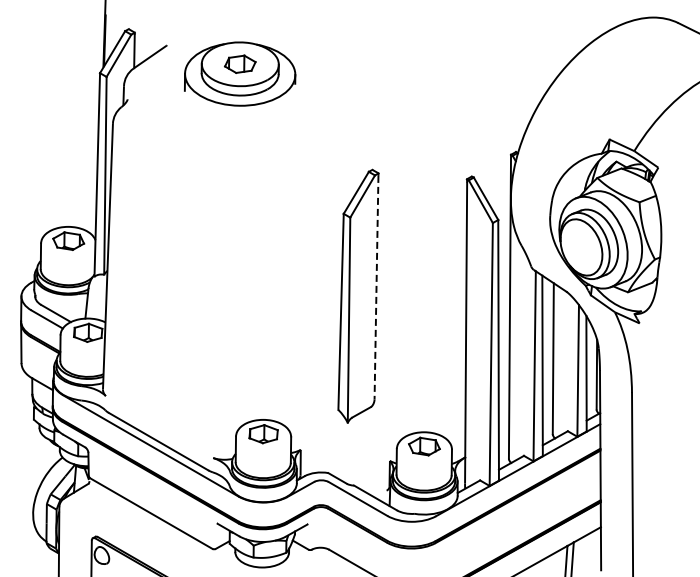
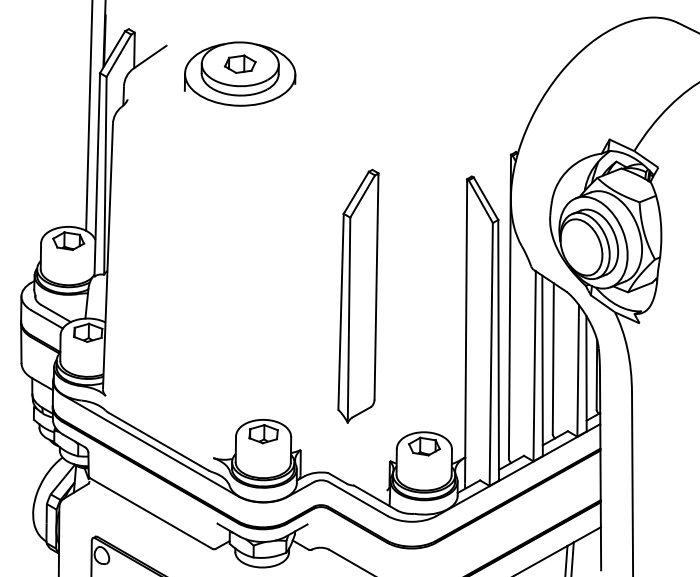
line at (89, 116): none -> present
line at (376, 287): dashed -> solid
